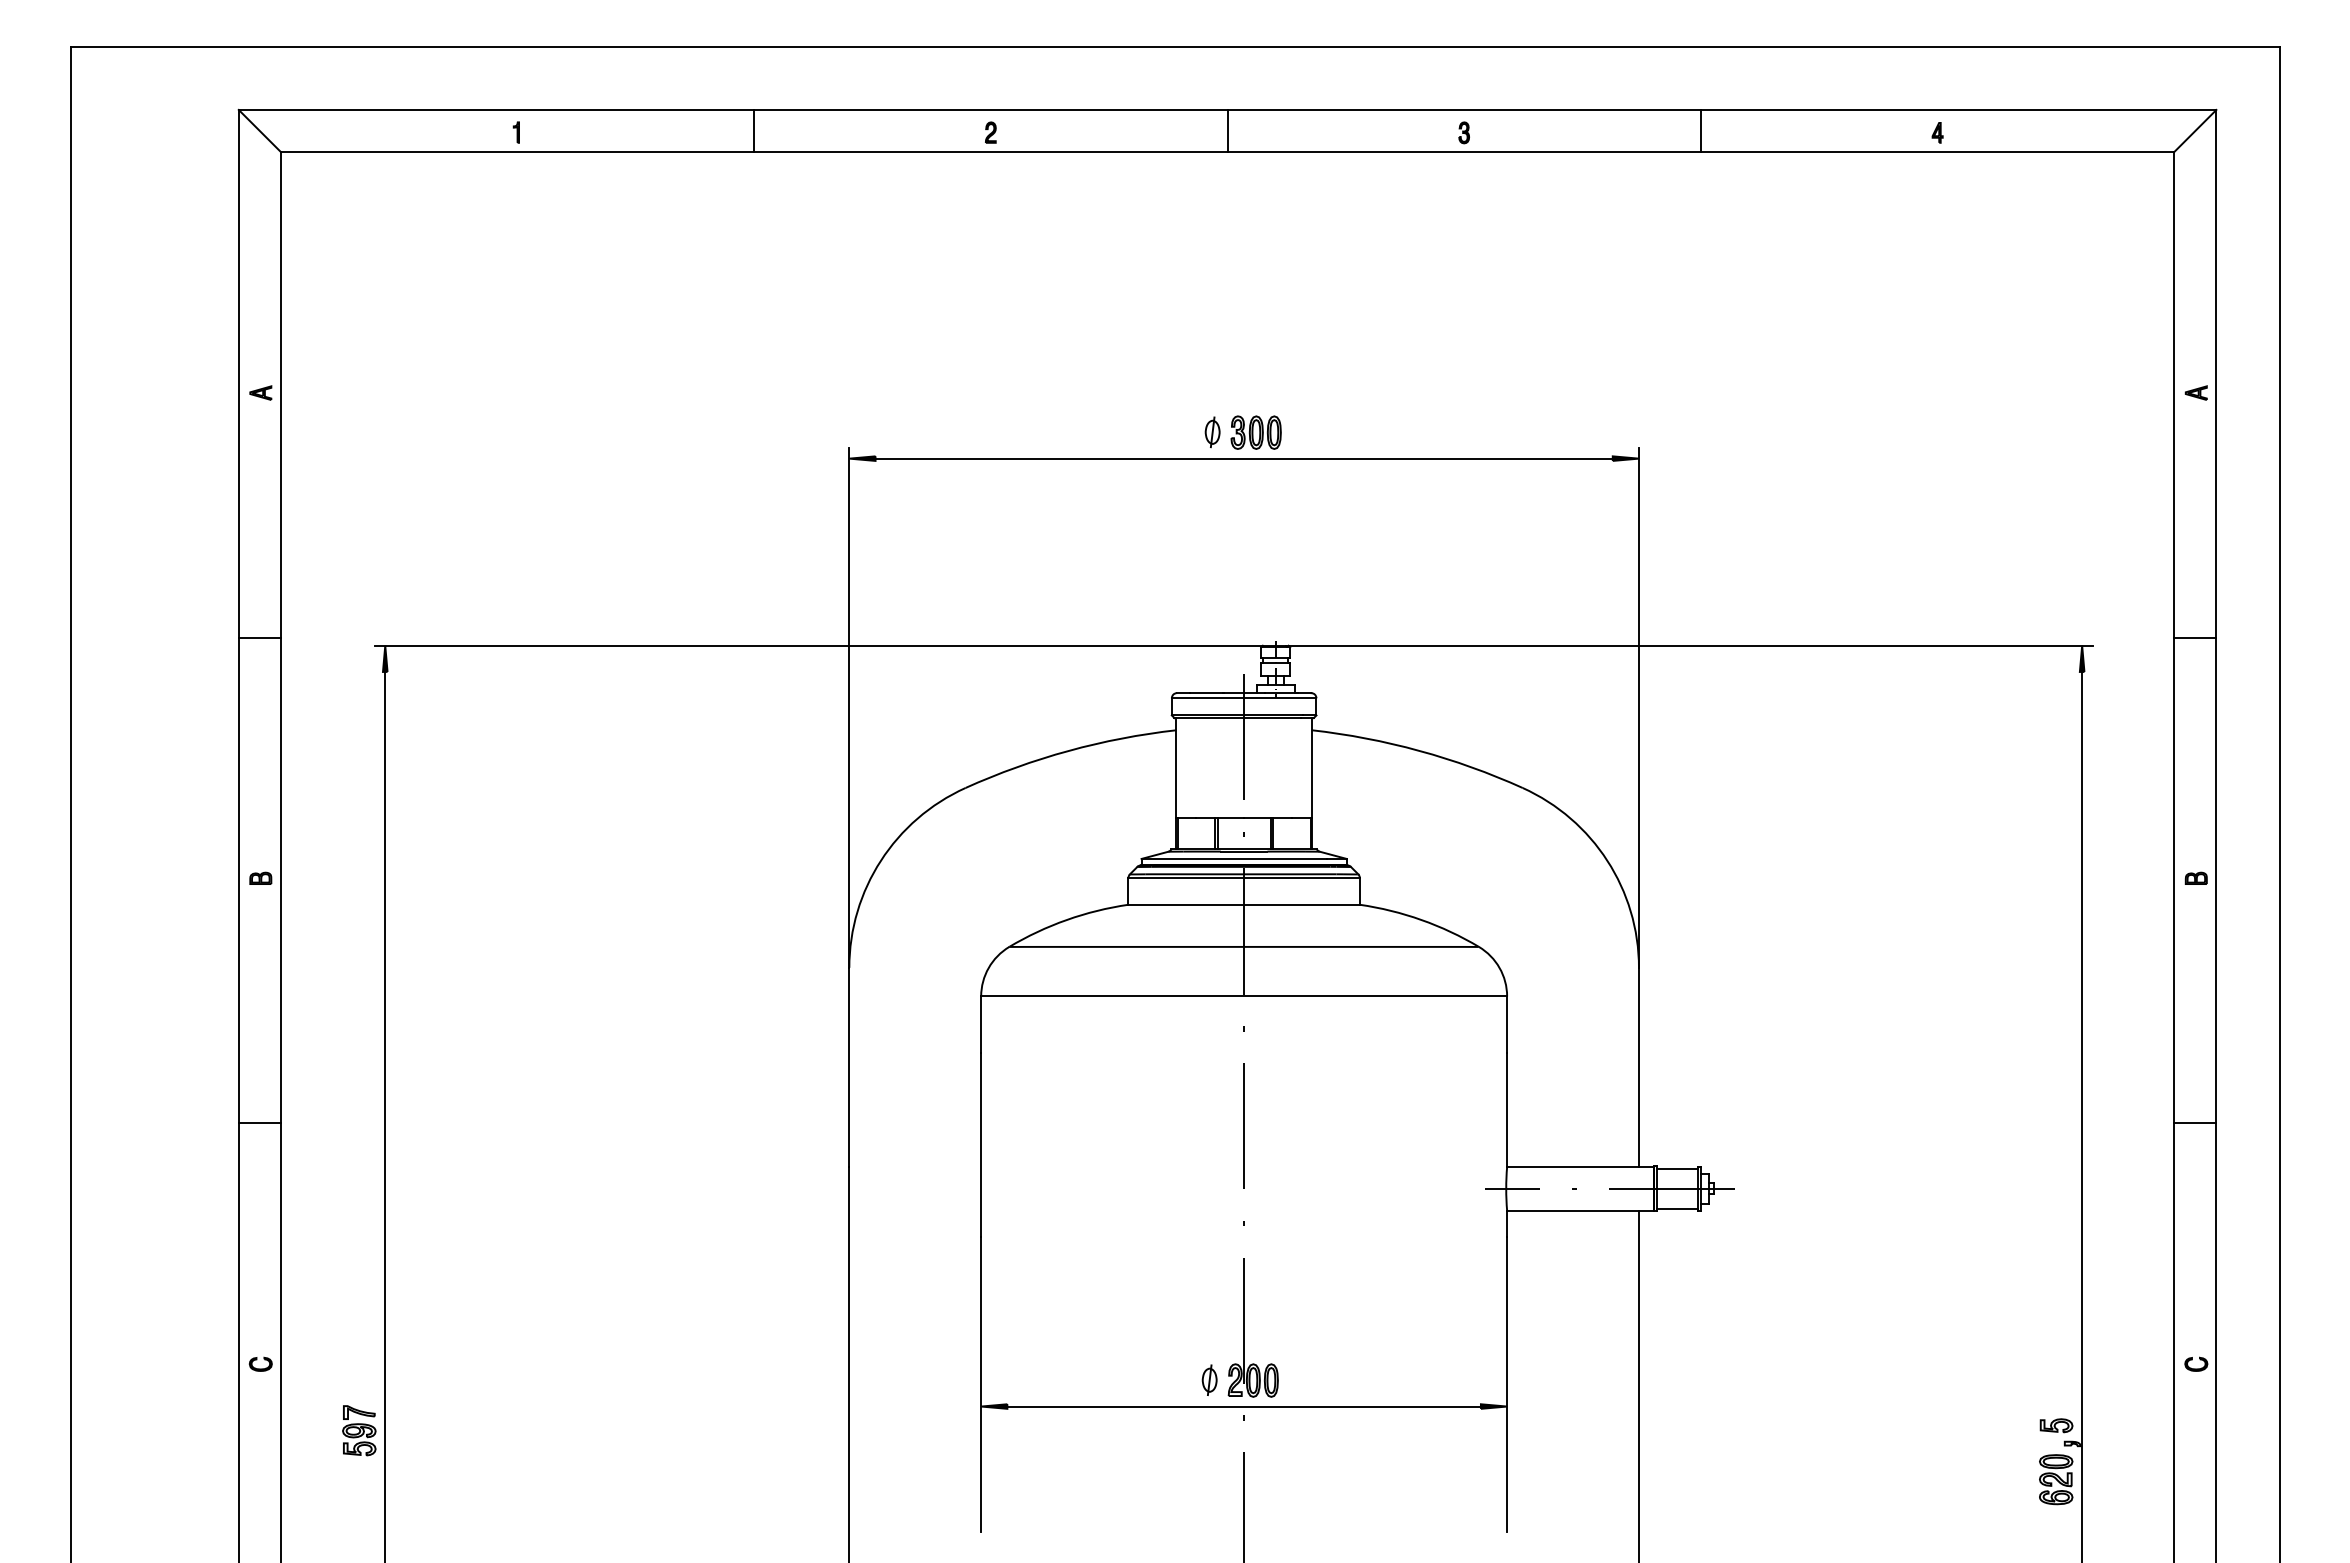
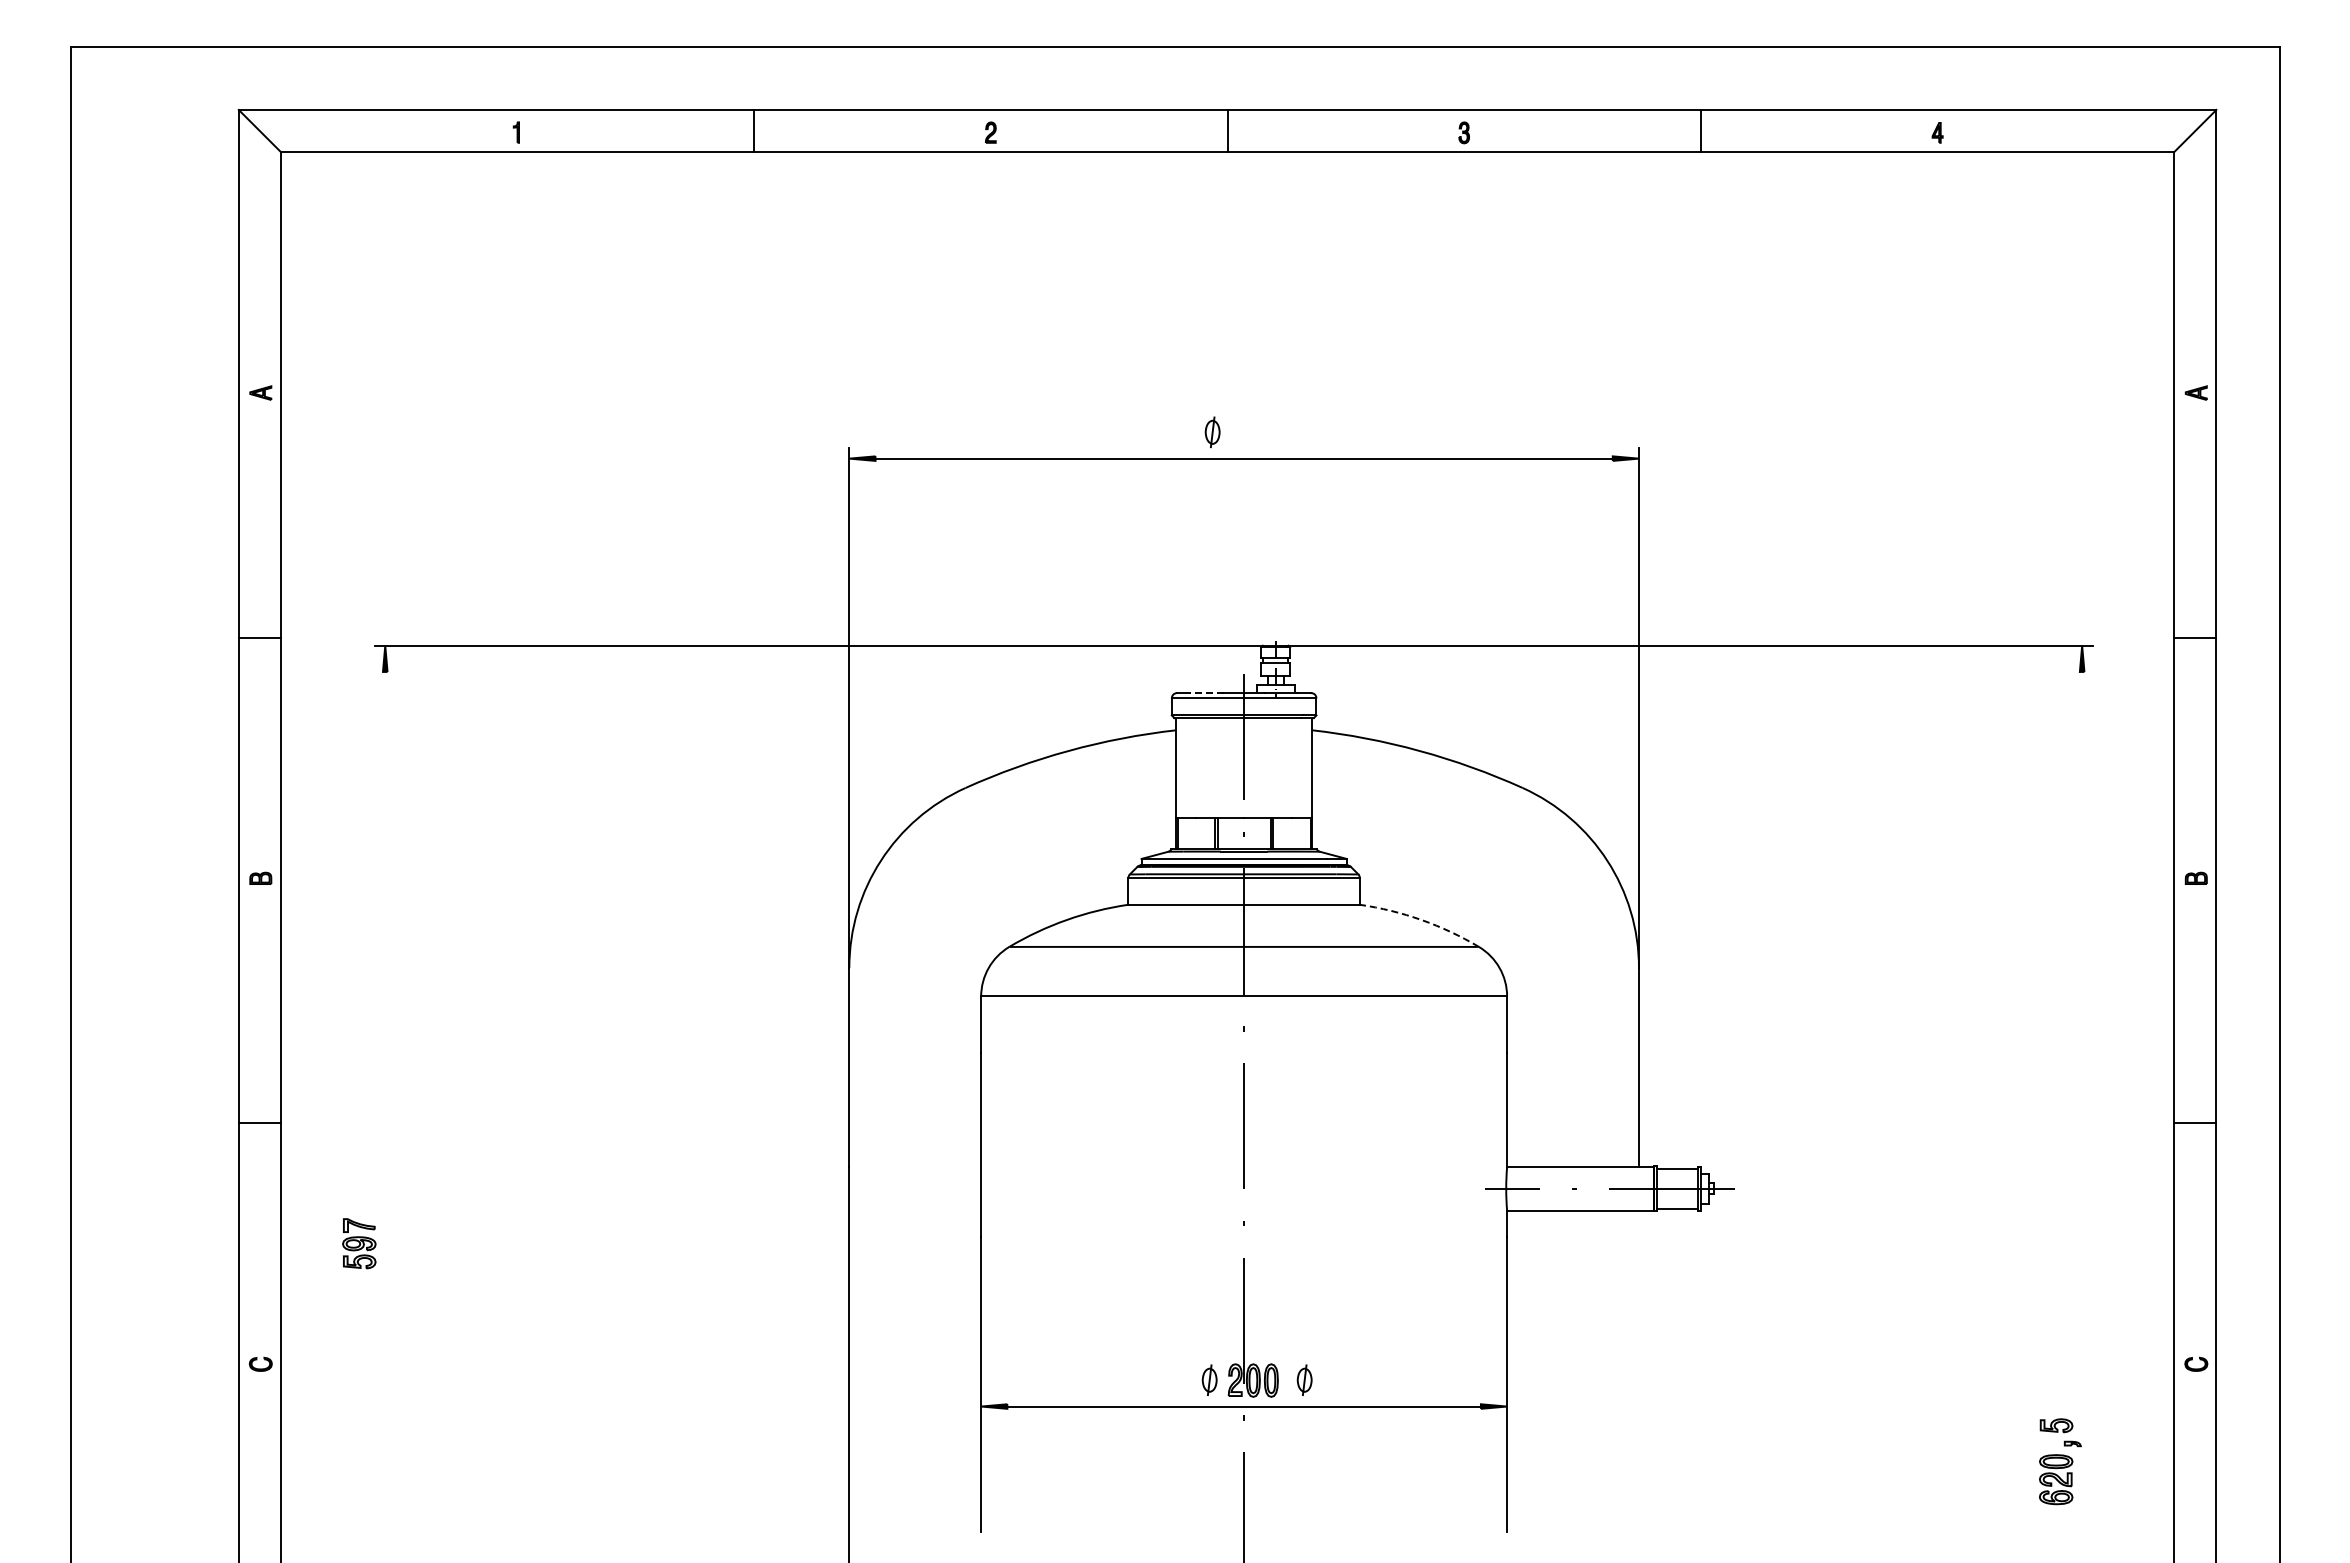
part at (1255, 432): present -> none
line at (1206, 693): solid -> dashed
arc at (1421, 919): solid -> dashed
line at (385, 1115): present -> none
line at (2082, 1115): present -> none
part at (1304, 1379): none -> present
line at (1638, 1384): present -> none
part at (359, 1430) position: (359, 1430) -> (359, 1243)
